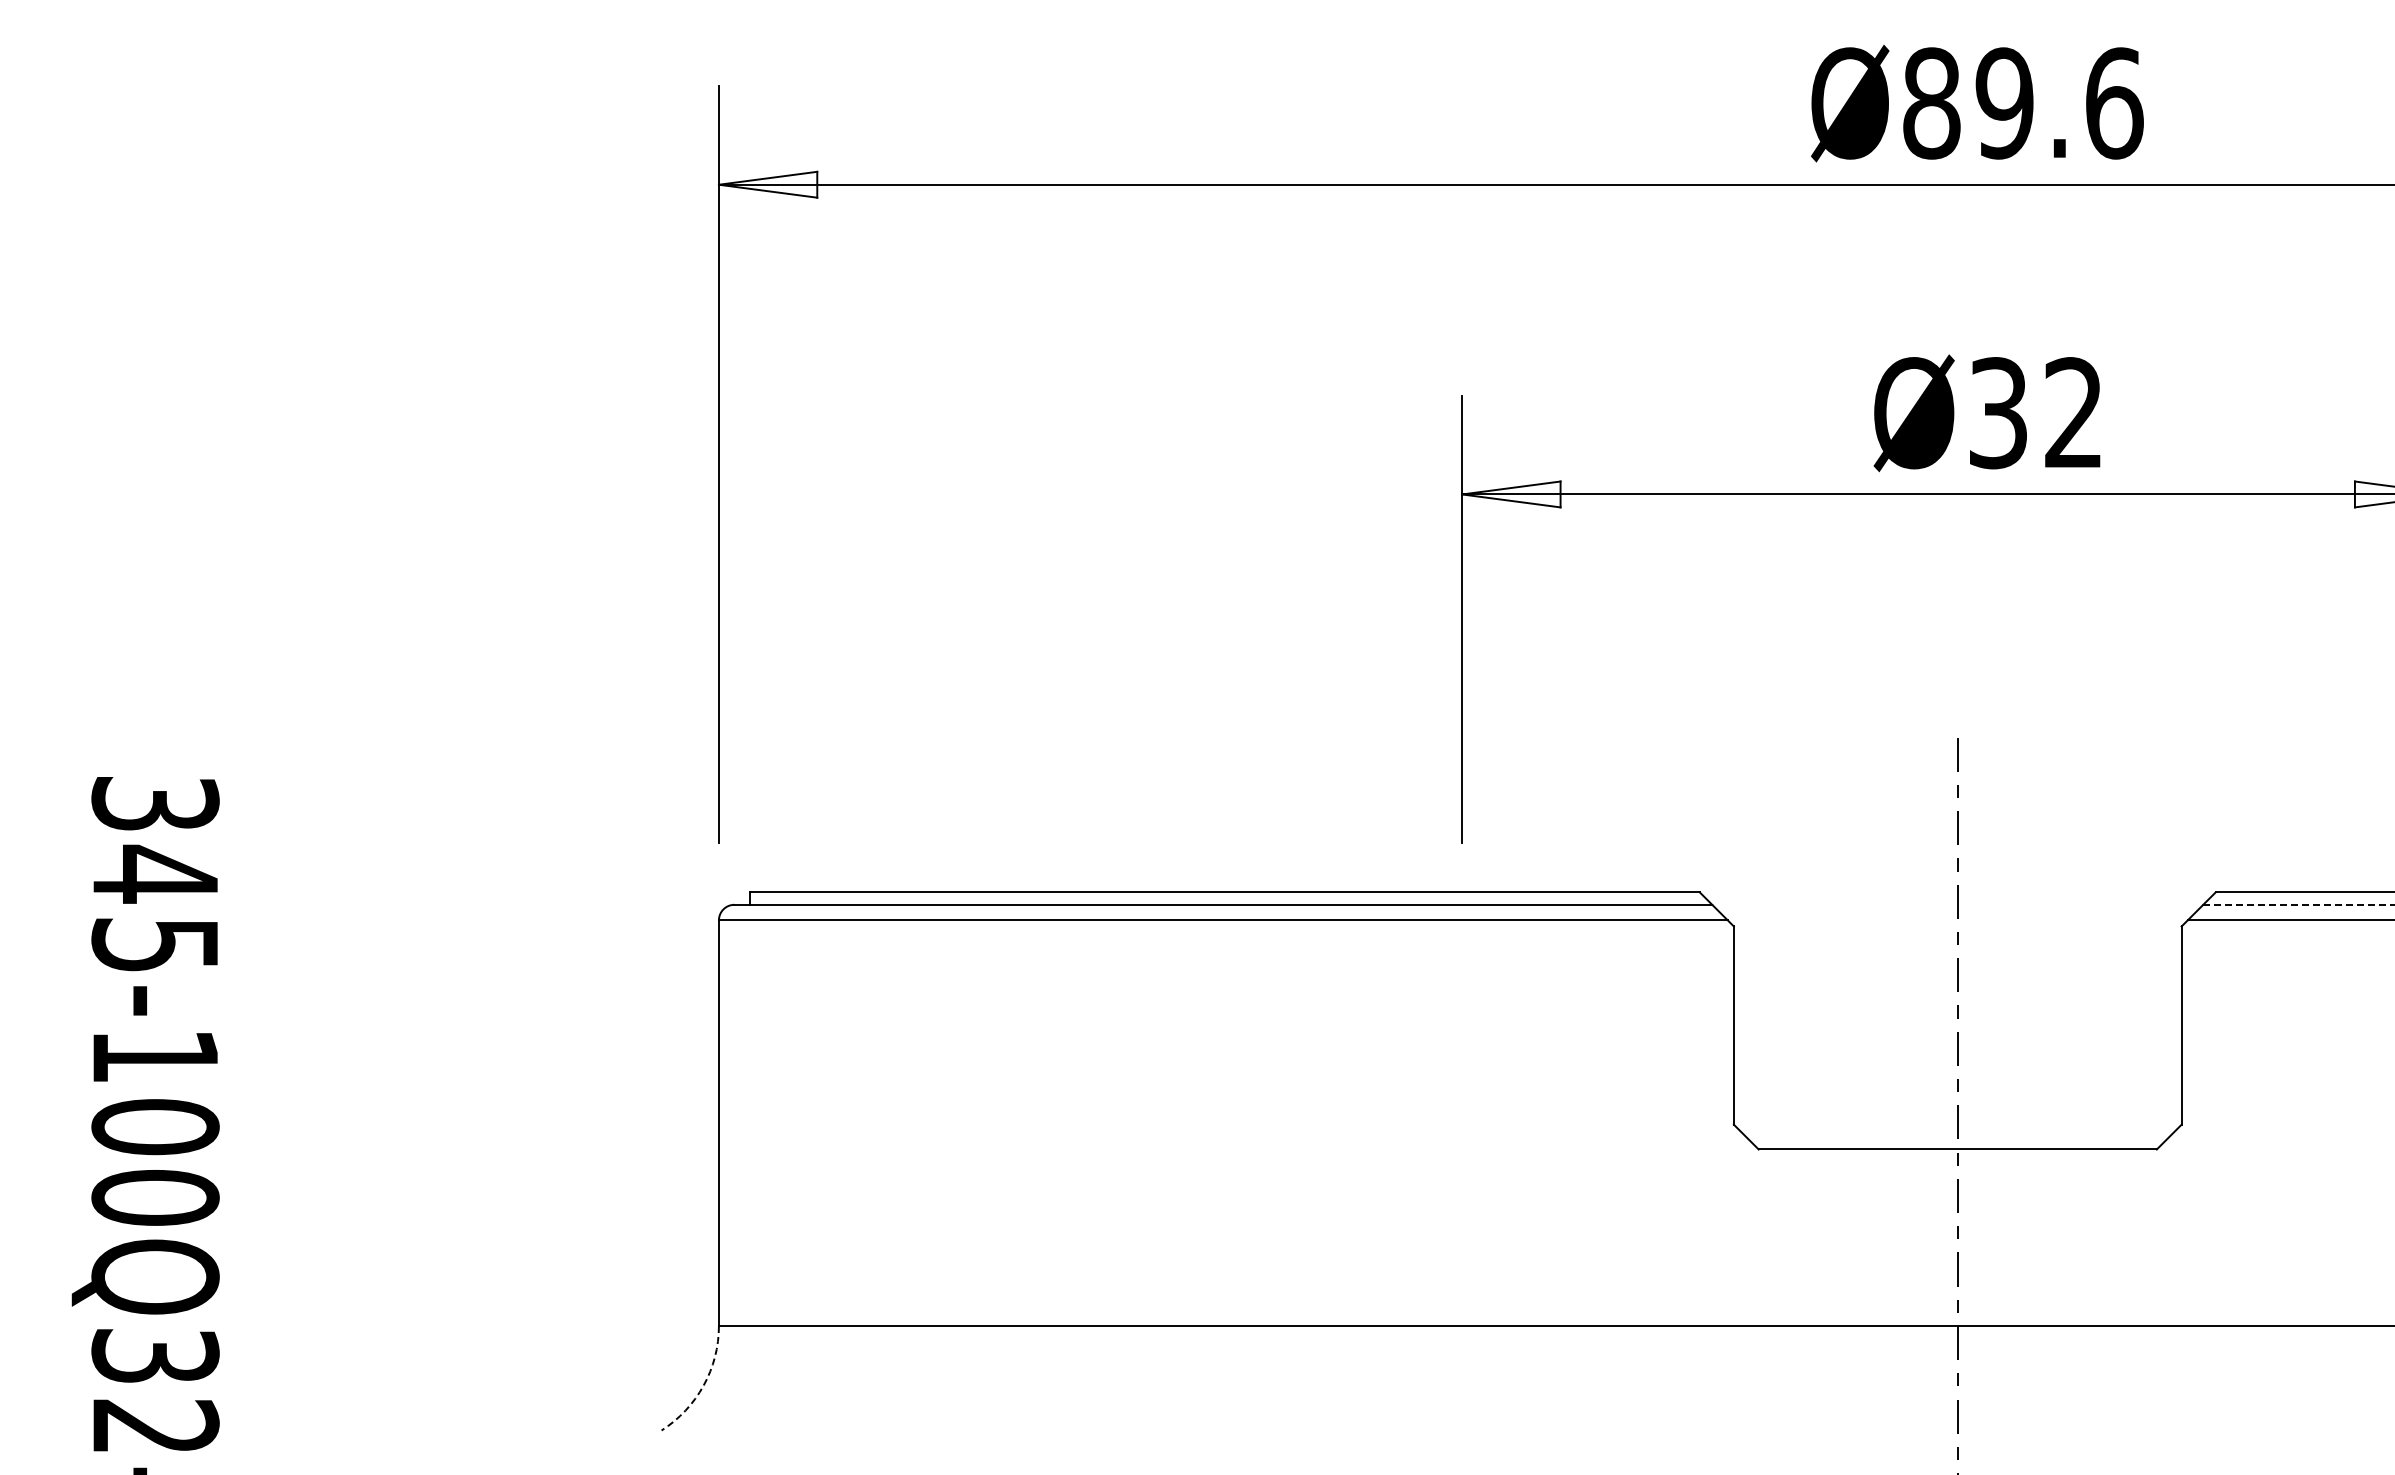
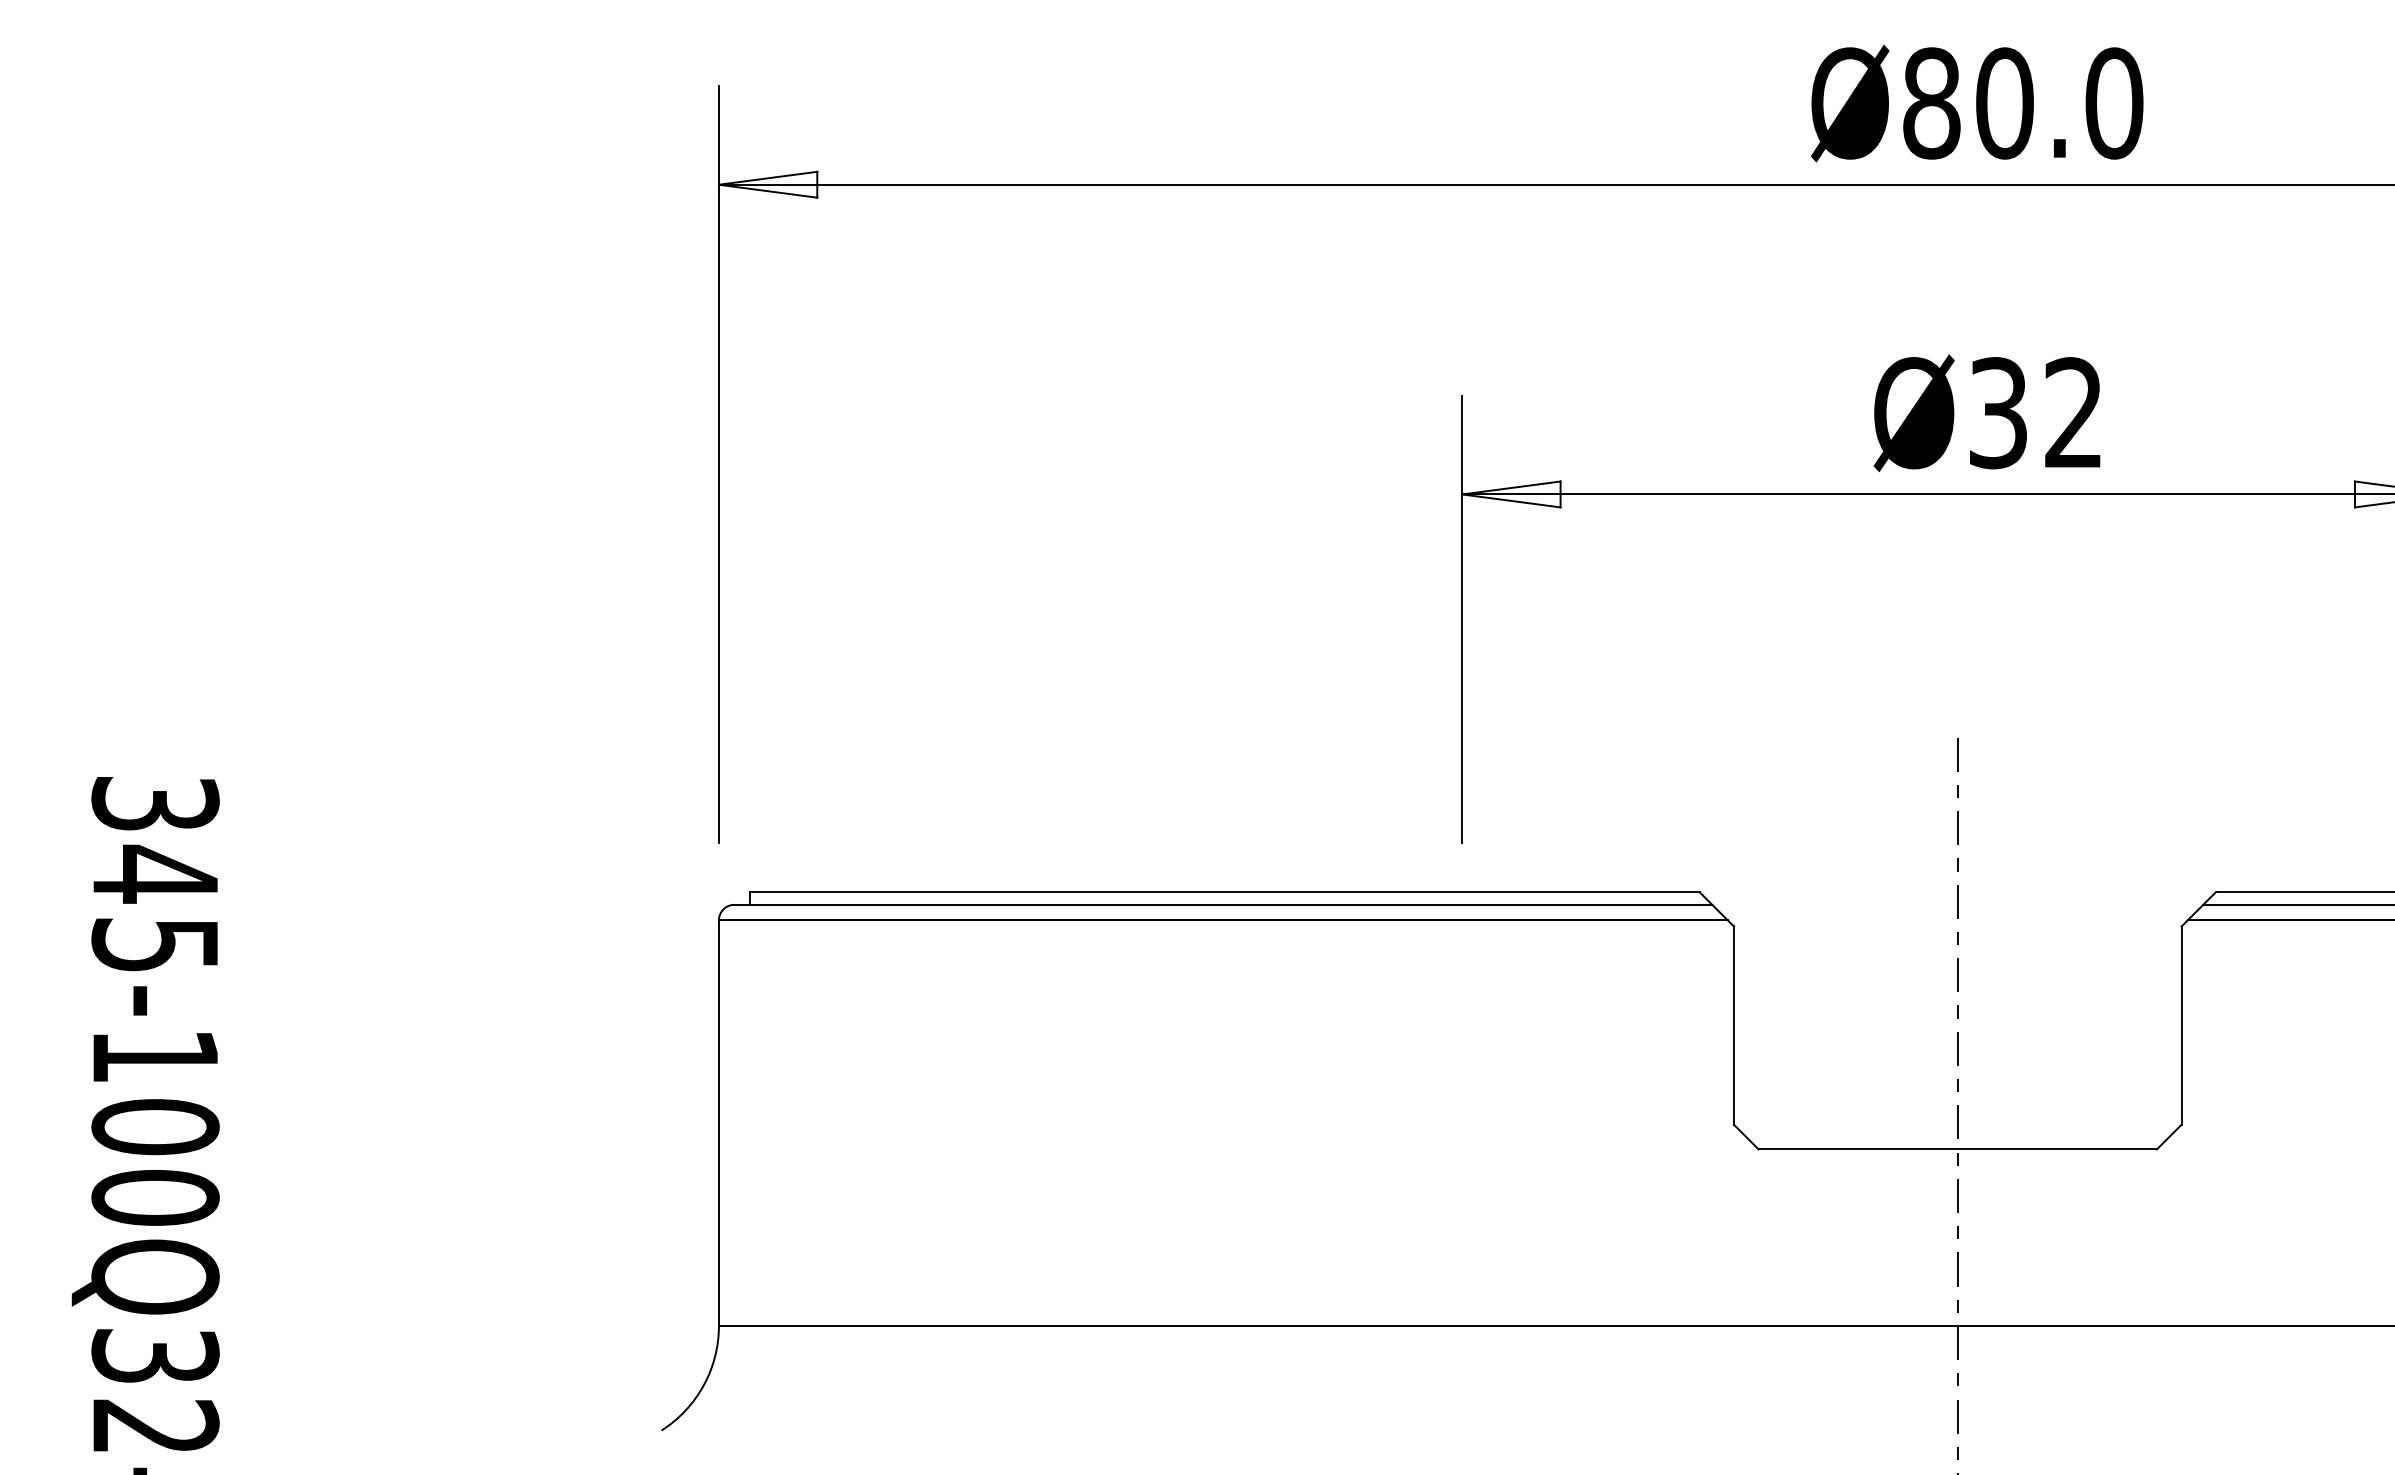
text at (2059, 103): Ø89.6 -> Ø80.0
line at (2299, 904): dashed -> solid
arc at (703, 1385): dashed -> solid
